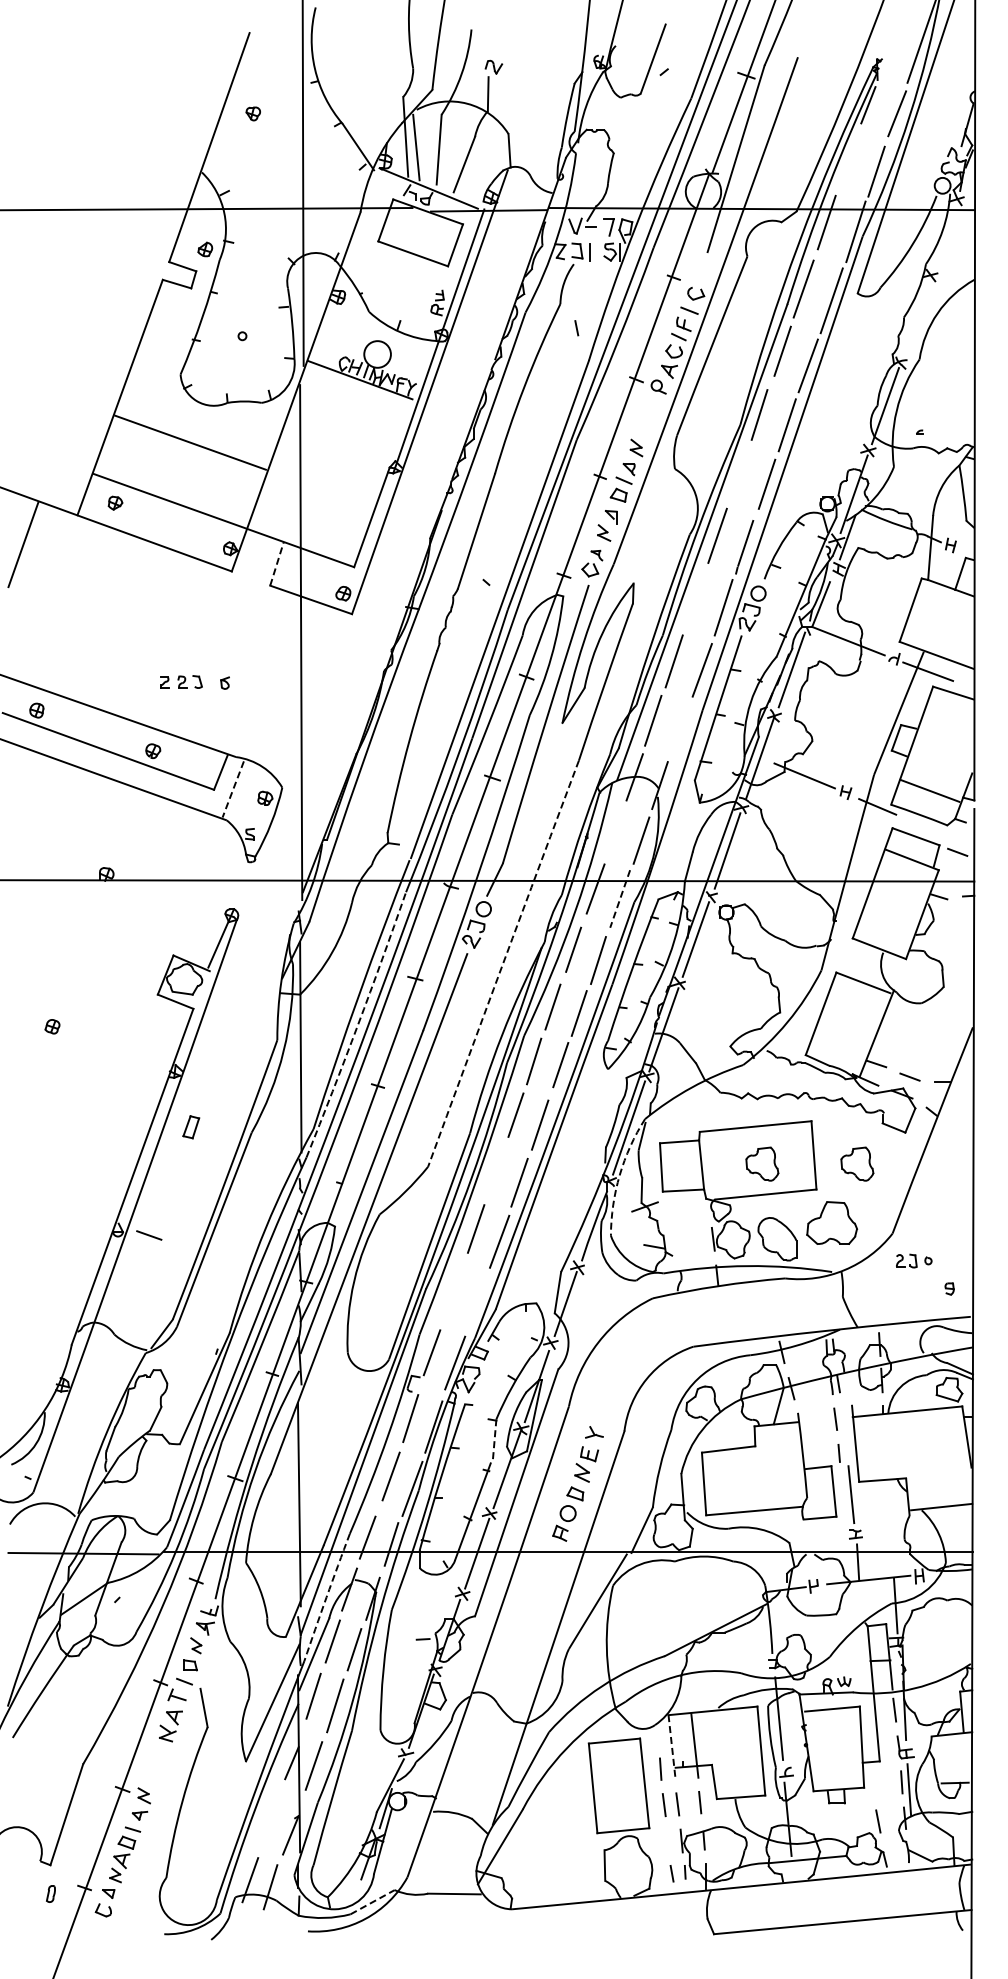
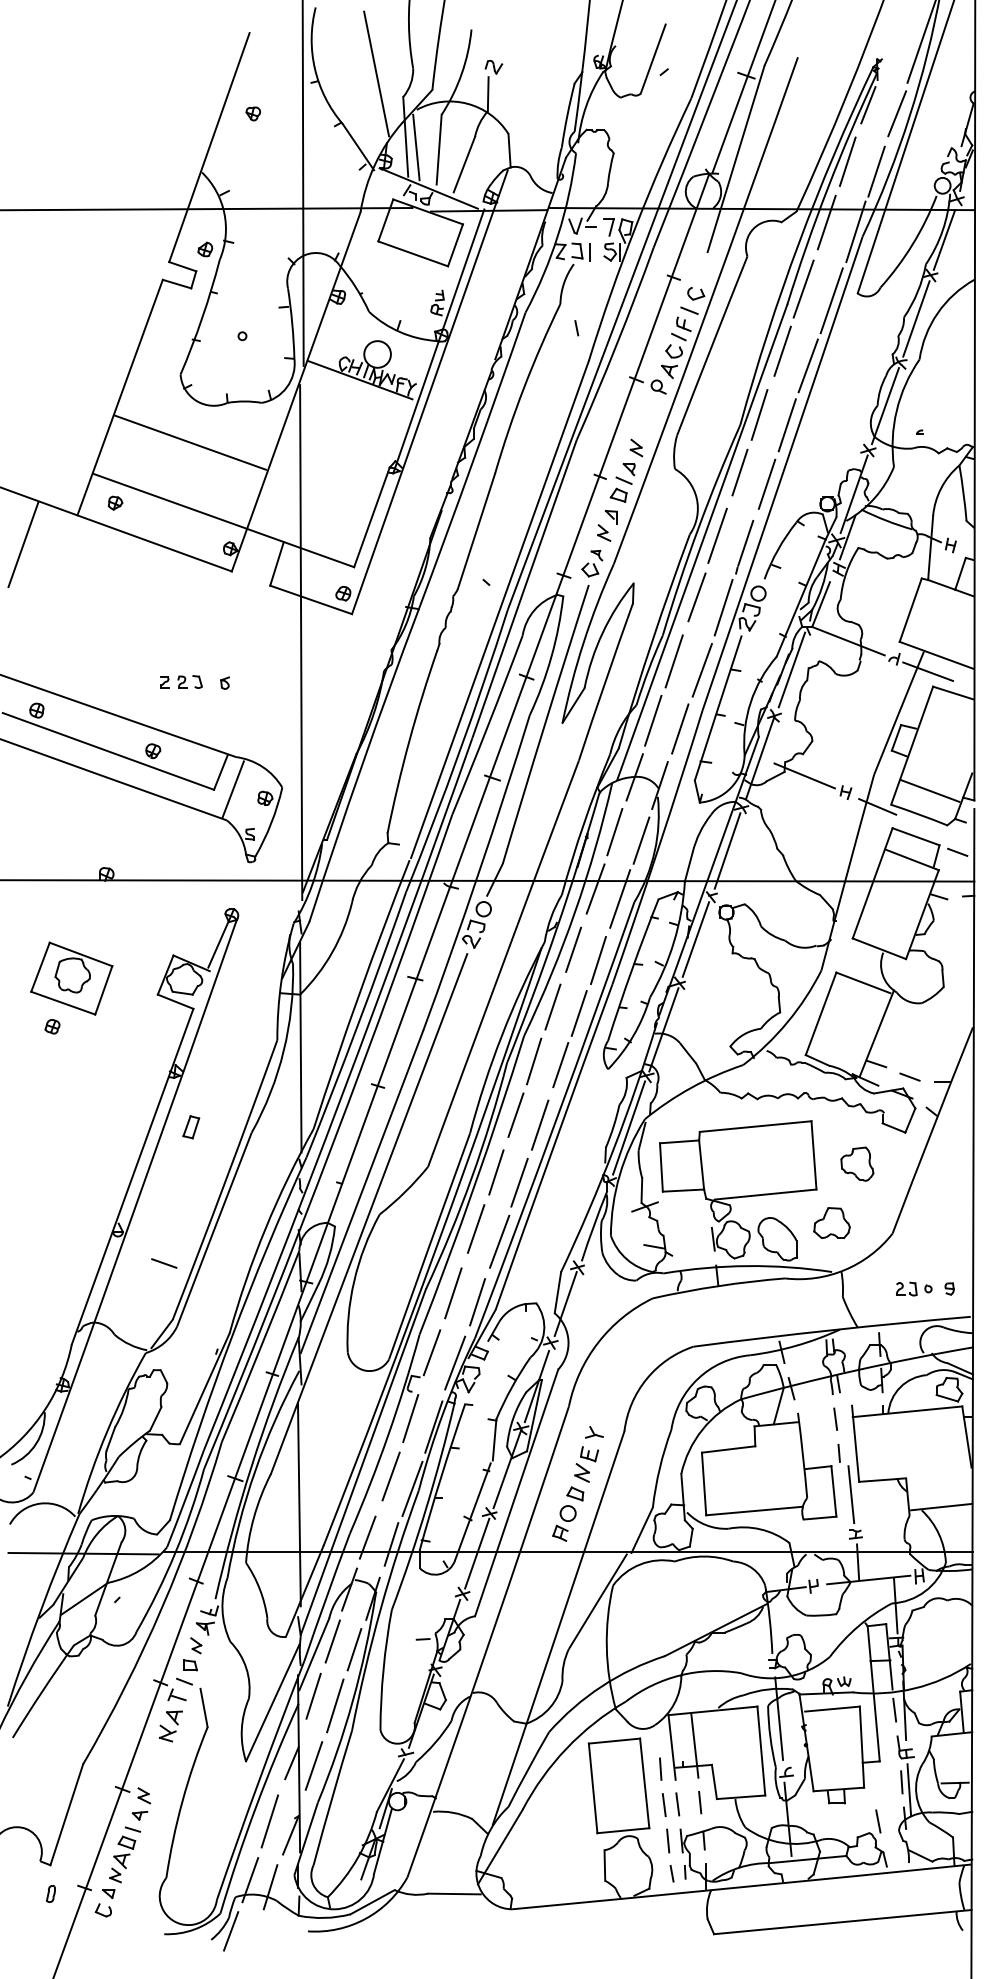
line at (376, 73): none -> present
line at (847, 161): none -> present
line at (944, 239): none -> present
line at (916, 318): none -> present
line at (739, 472): none -> present
line at (277, 563): dashed -> solid
line at (696, 597): none -> present
line at (680, 728): none -> present
line at (233, 789): dashed -> solid
line at (614, 832): none -> present
line at (620, 899): dashed -> solid
arc at (503, 963): dashed -> solid
part at (71, 978): none -> present
arc at (357, 1025): dashed -> solid
part at (762, 1163): present -> none
line at (496, 1172): none -> present
arc at (619, 1175): dashed -> solid
part at (832, 1222) size: 53x44 px -> 38x32 px
line at (149, 1235) position: (149, 1235) -> (164, 1263)
part at (914, 1260) position: (914, 1260) -> (914, 1288)
line at (453, 1293): none -> present
line at (477, 1302): none -> present
line at (494, 1439): dashed -> solid
arc at (326, 1597): dashed -> solid
line at (672, 1747): dashed -> solid
line at (269, 1821): none -> present
line at (668, 1840): none -> present
line at (373, 1901): dashed -> solid
line at (231, 1931): none -> present
